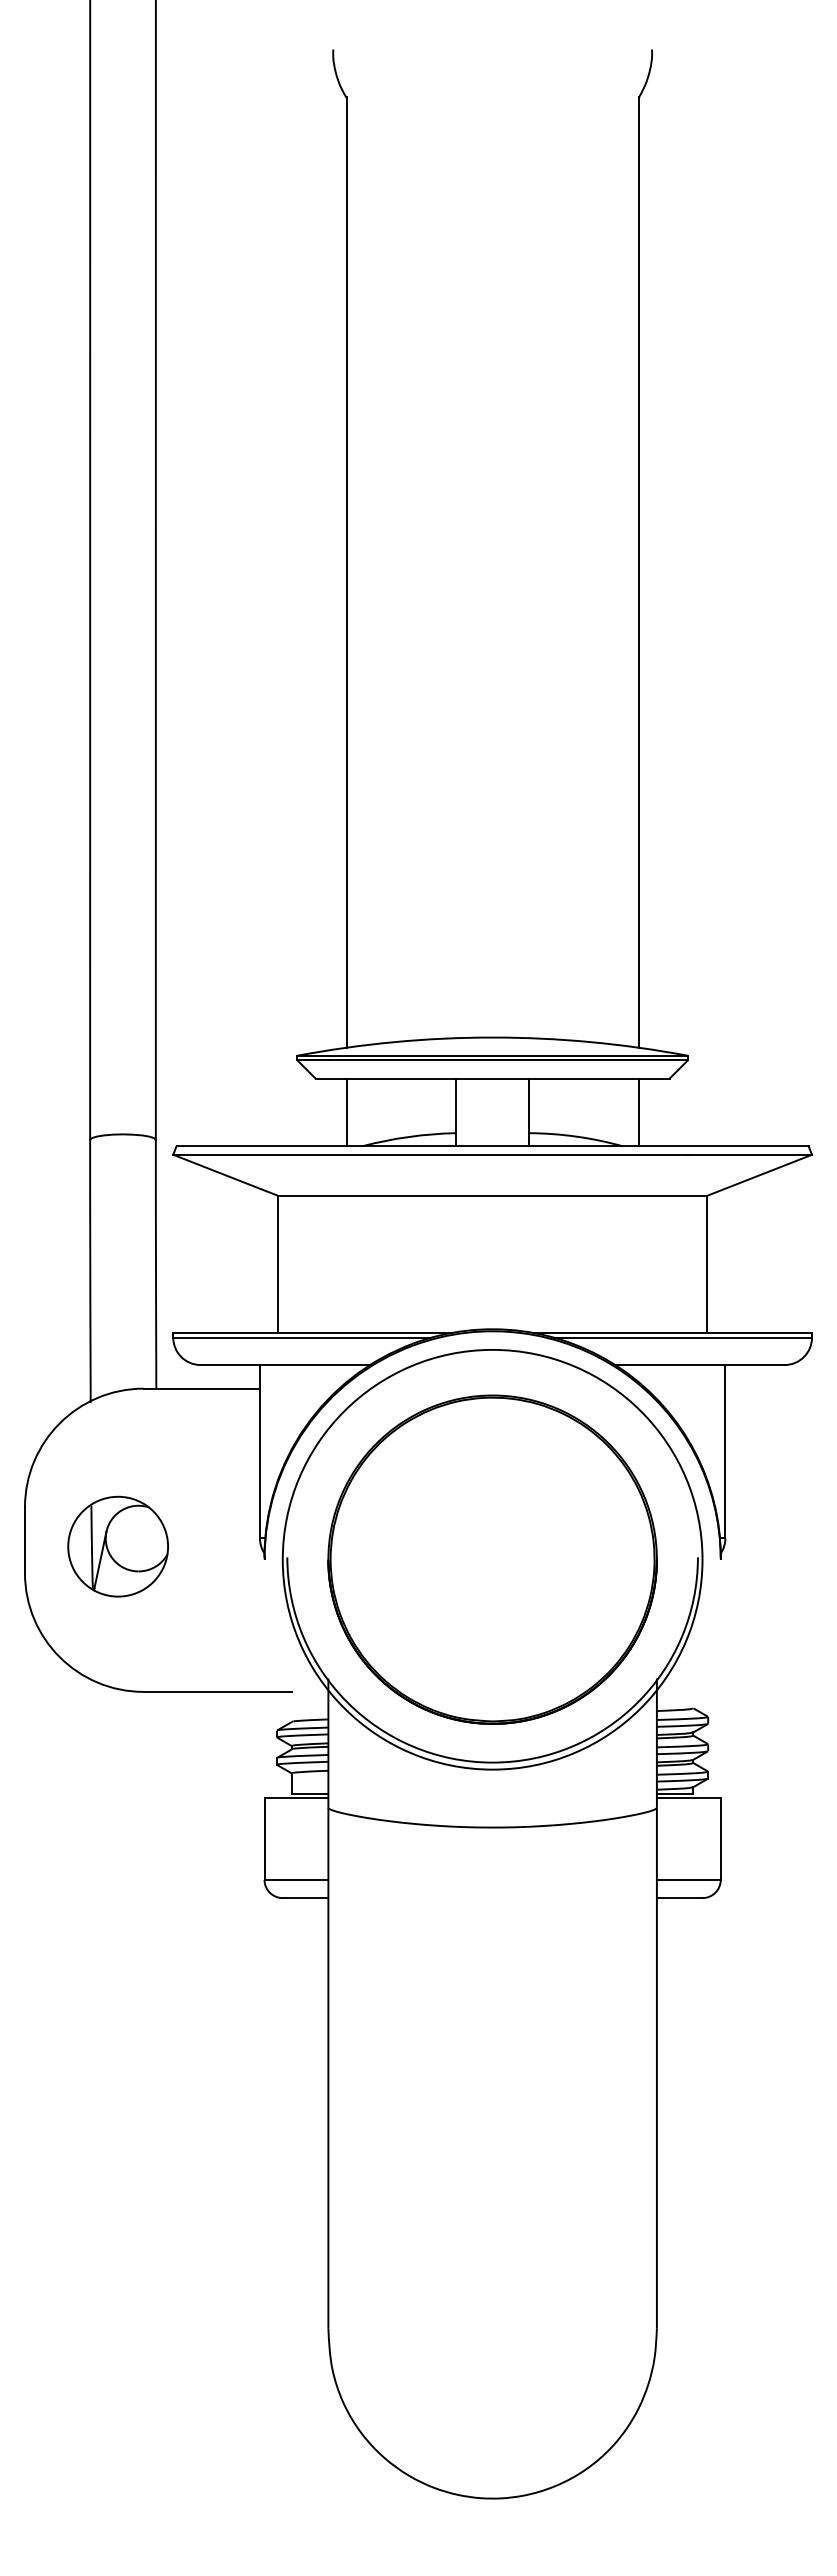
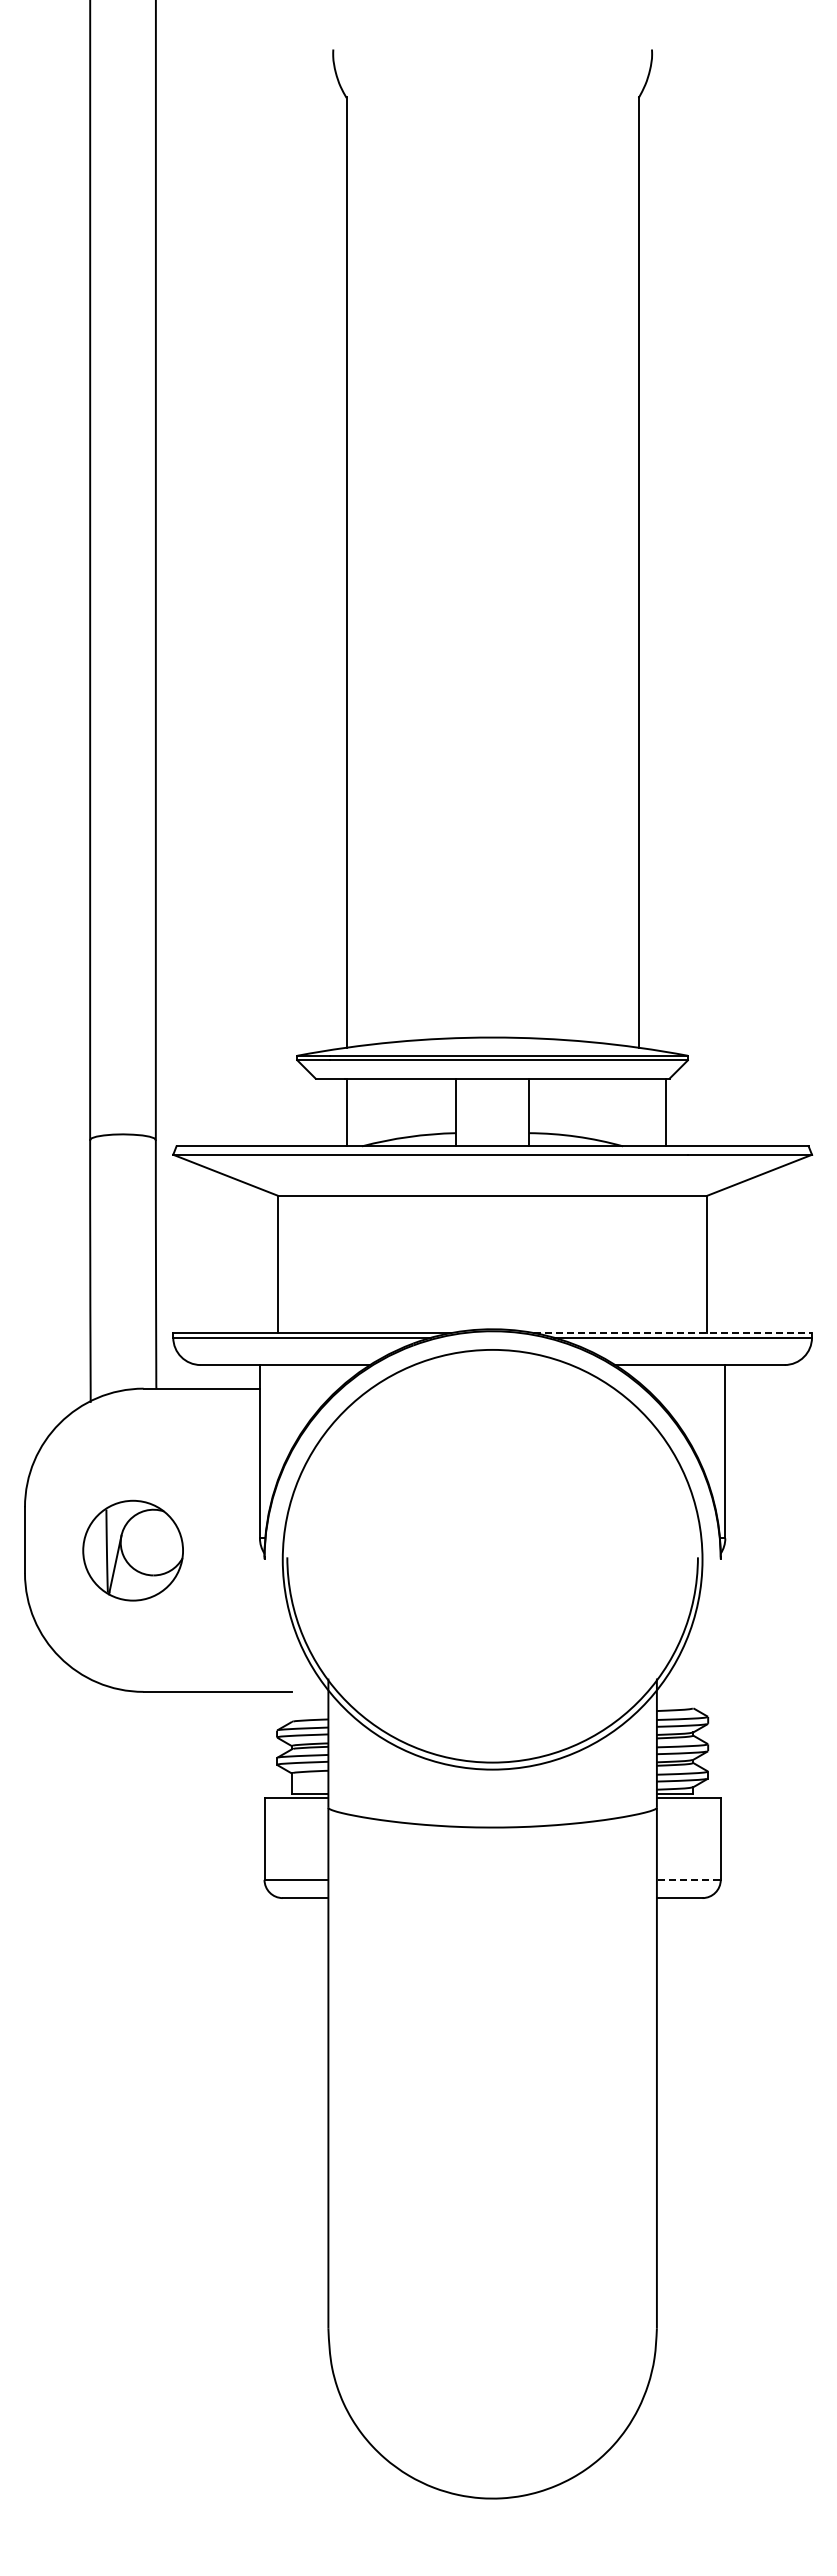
line at (638, 1112) position: (638, 1112) -> (665, 1112)
line at (673, 1333): solid -> dashed
part at (117, 1546) position: (117, 1546) -> (132, 1550)
part at (492, 1559): present -> none
line at (689, 1879): solid -> dashed
